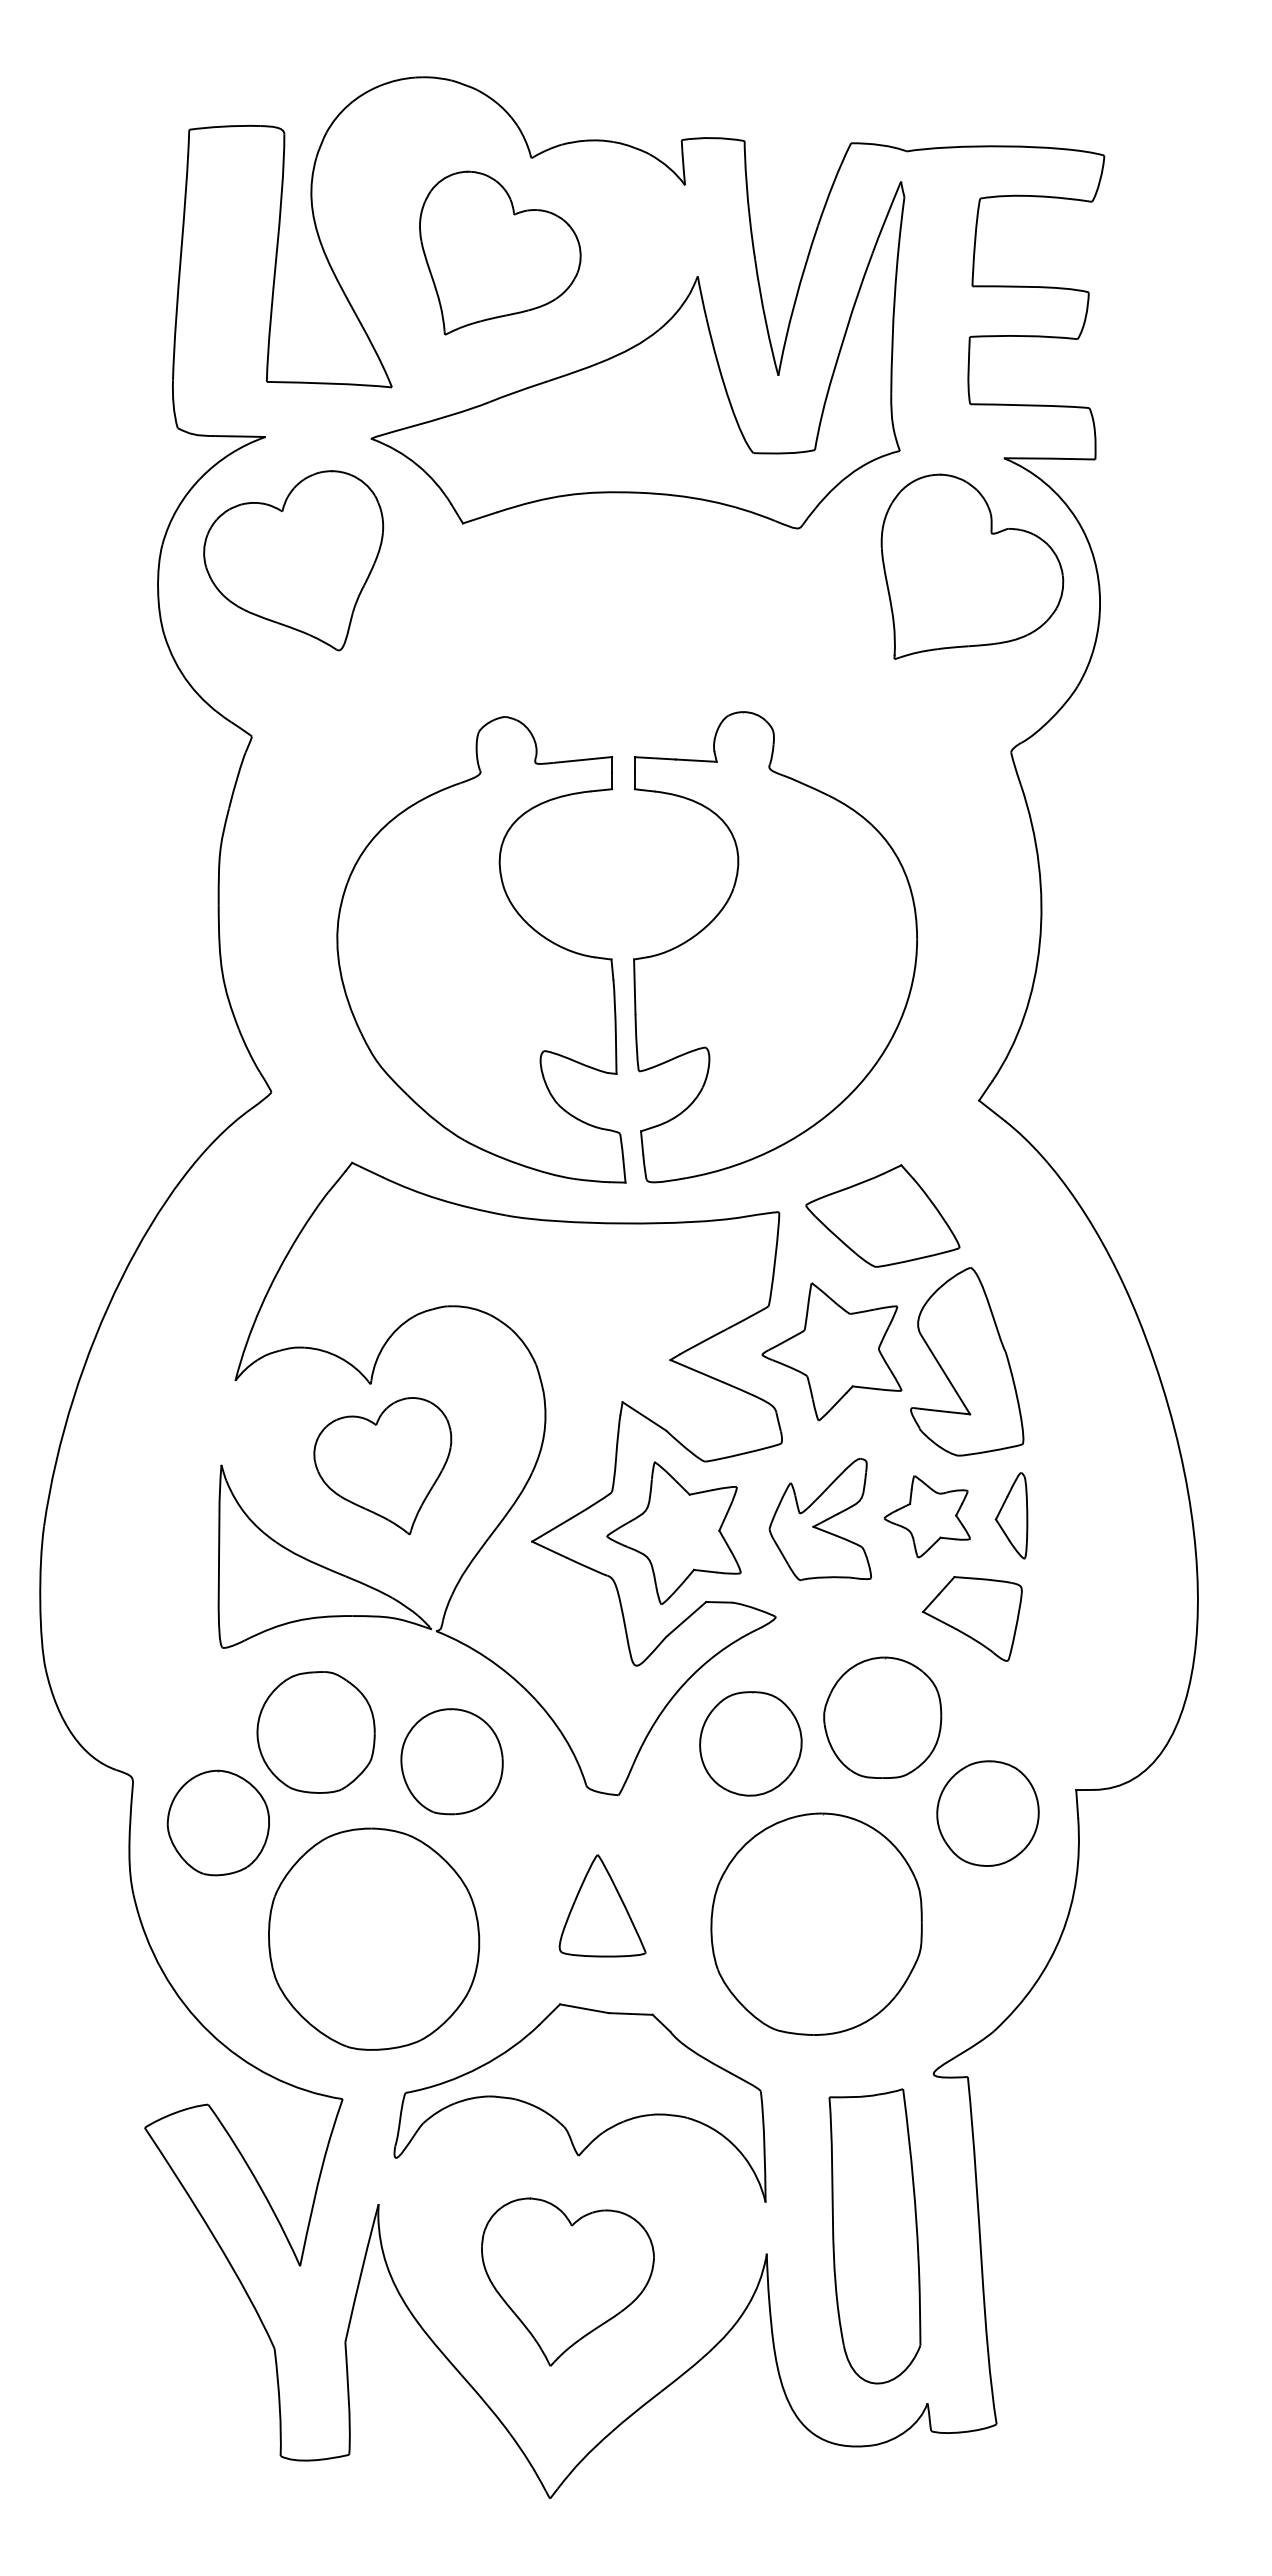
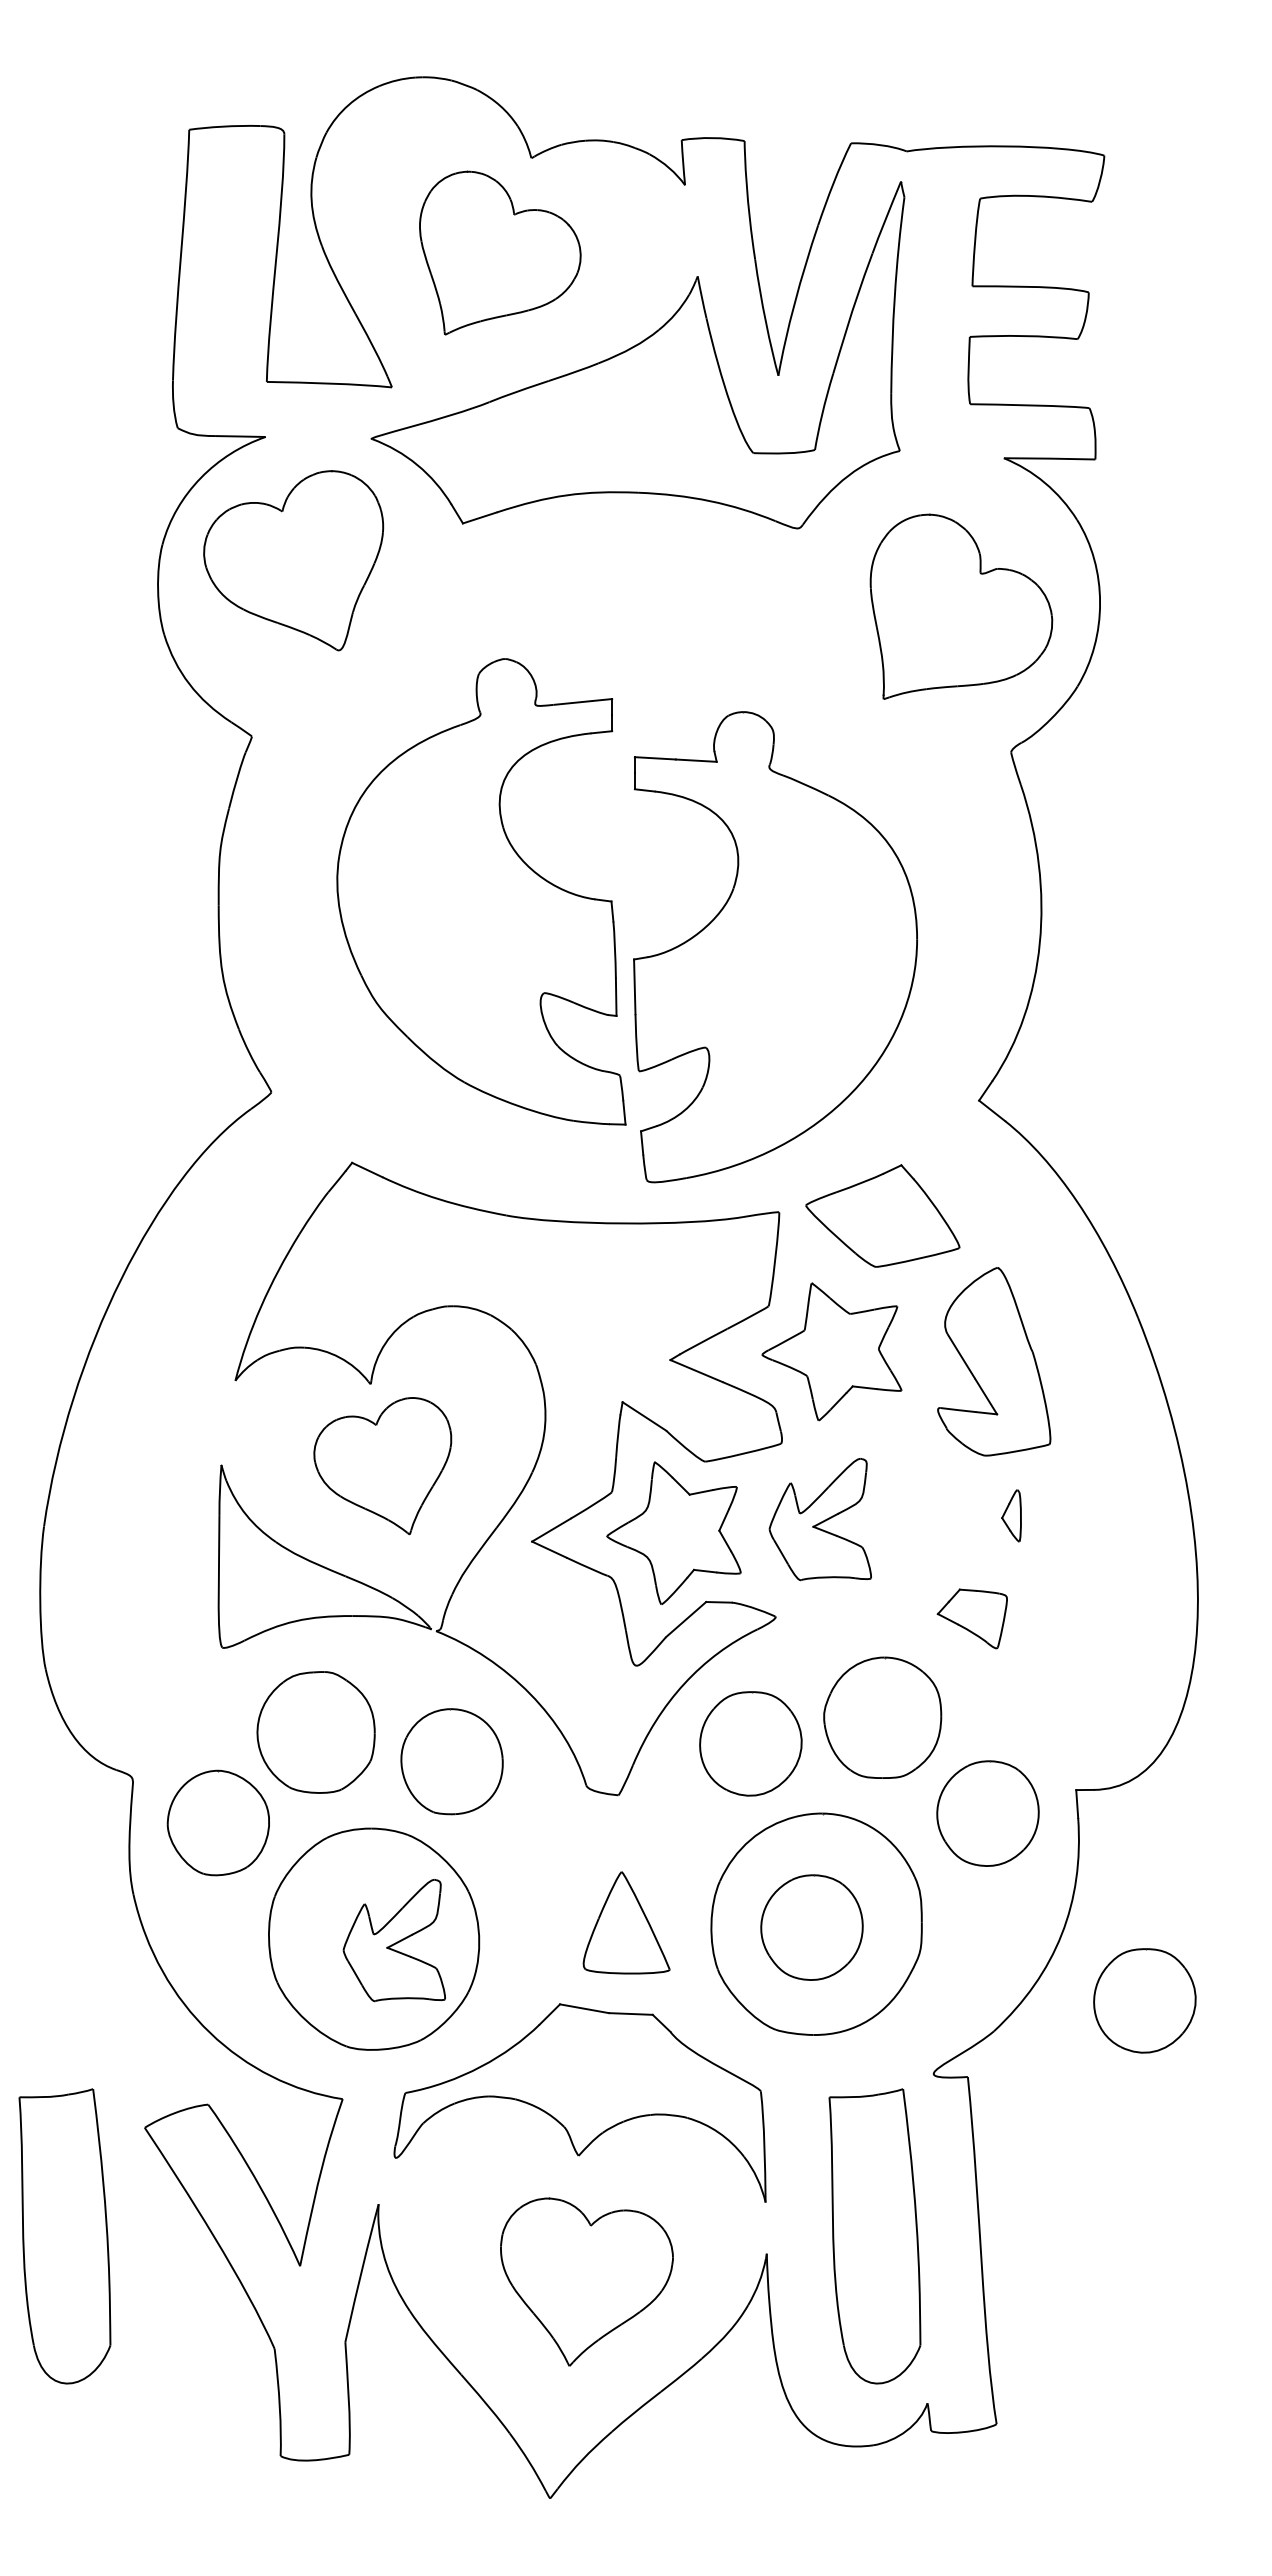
part at (972, 566) position: (972, 566) -> (961, 606)
part at (481, 949) position: (481, 949) -> (481, 891)
part at (967, 1361) position: (967, 1361) -> (994, 1361)
part at (1011, 1515) size: 35x88 px -> 21x54 px
part at (926, 1516): present -> none
part at (972, 1618) size: 101x86 px -> 72x62 px
part at (602, 1905) position: (602, 1905) -> (626, 1922)
part at (811, 1927): none -> present
part at (393, 1940): none -> present
part at (1144, 2000): none -> present
part at (64, 2236): none -> present
part at (567, 2281) position: (567, 2281) -> (586, 2281)
